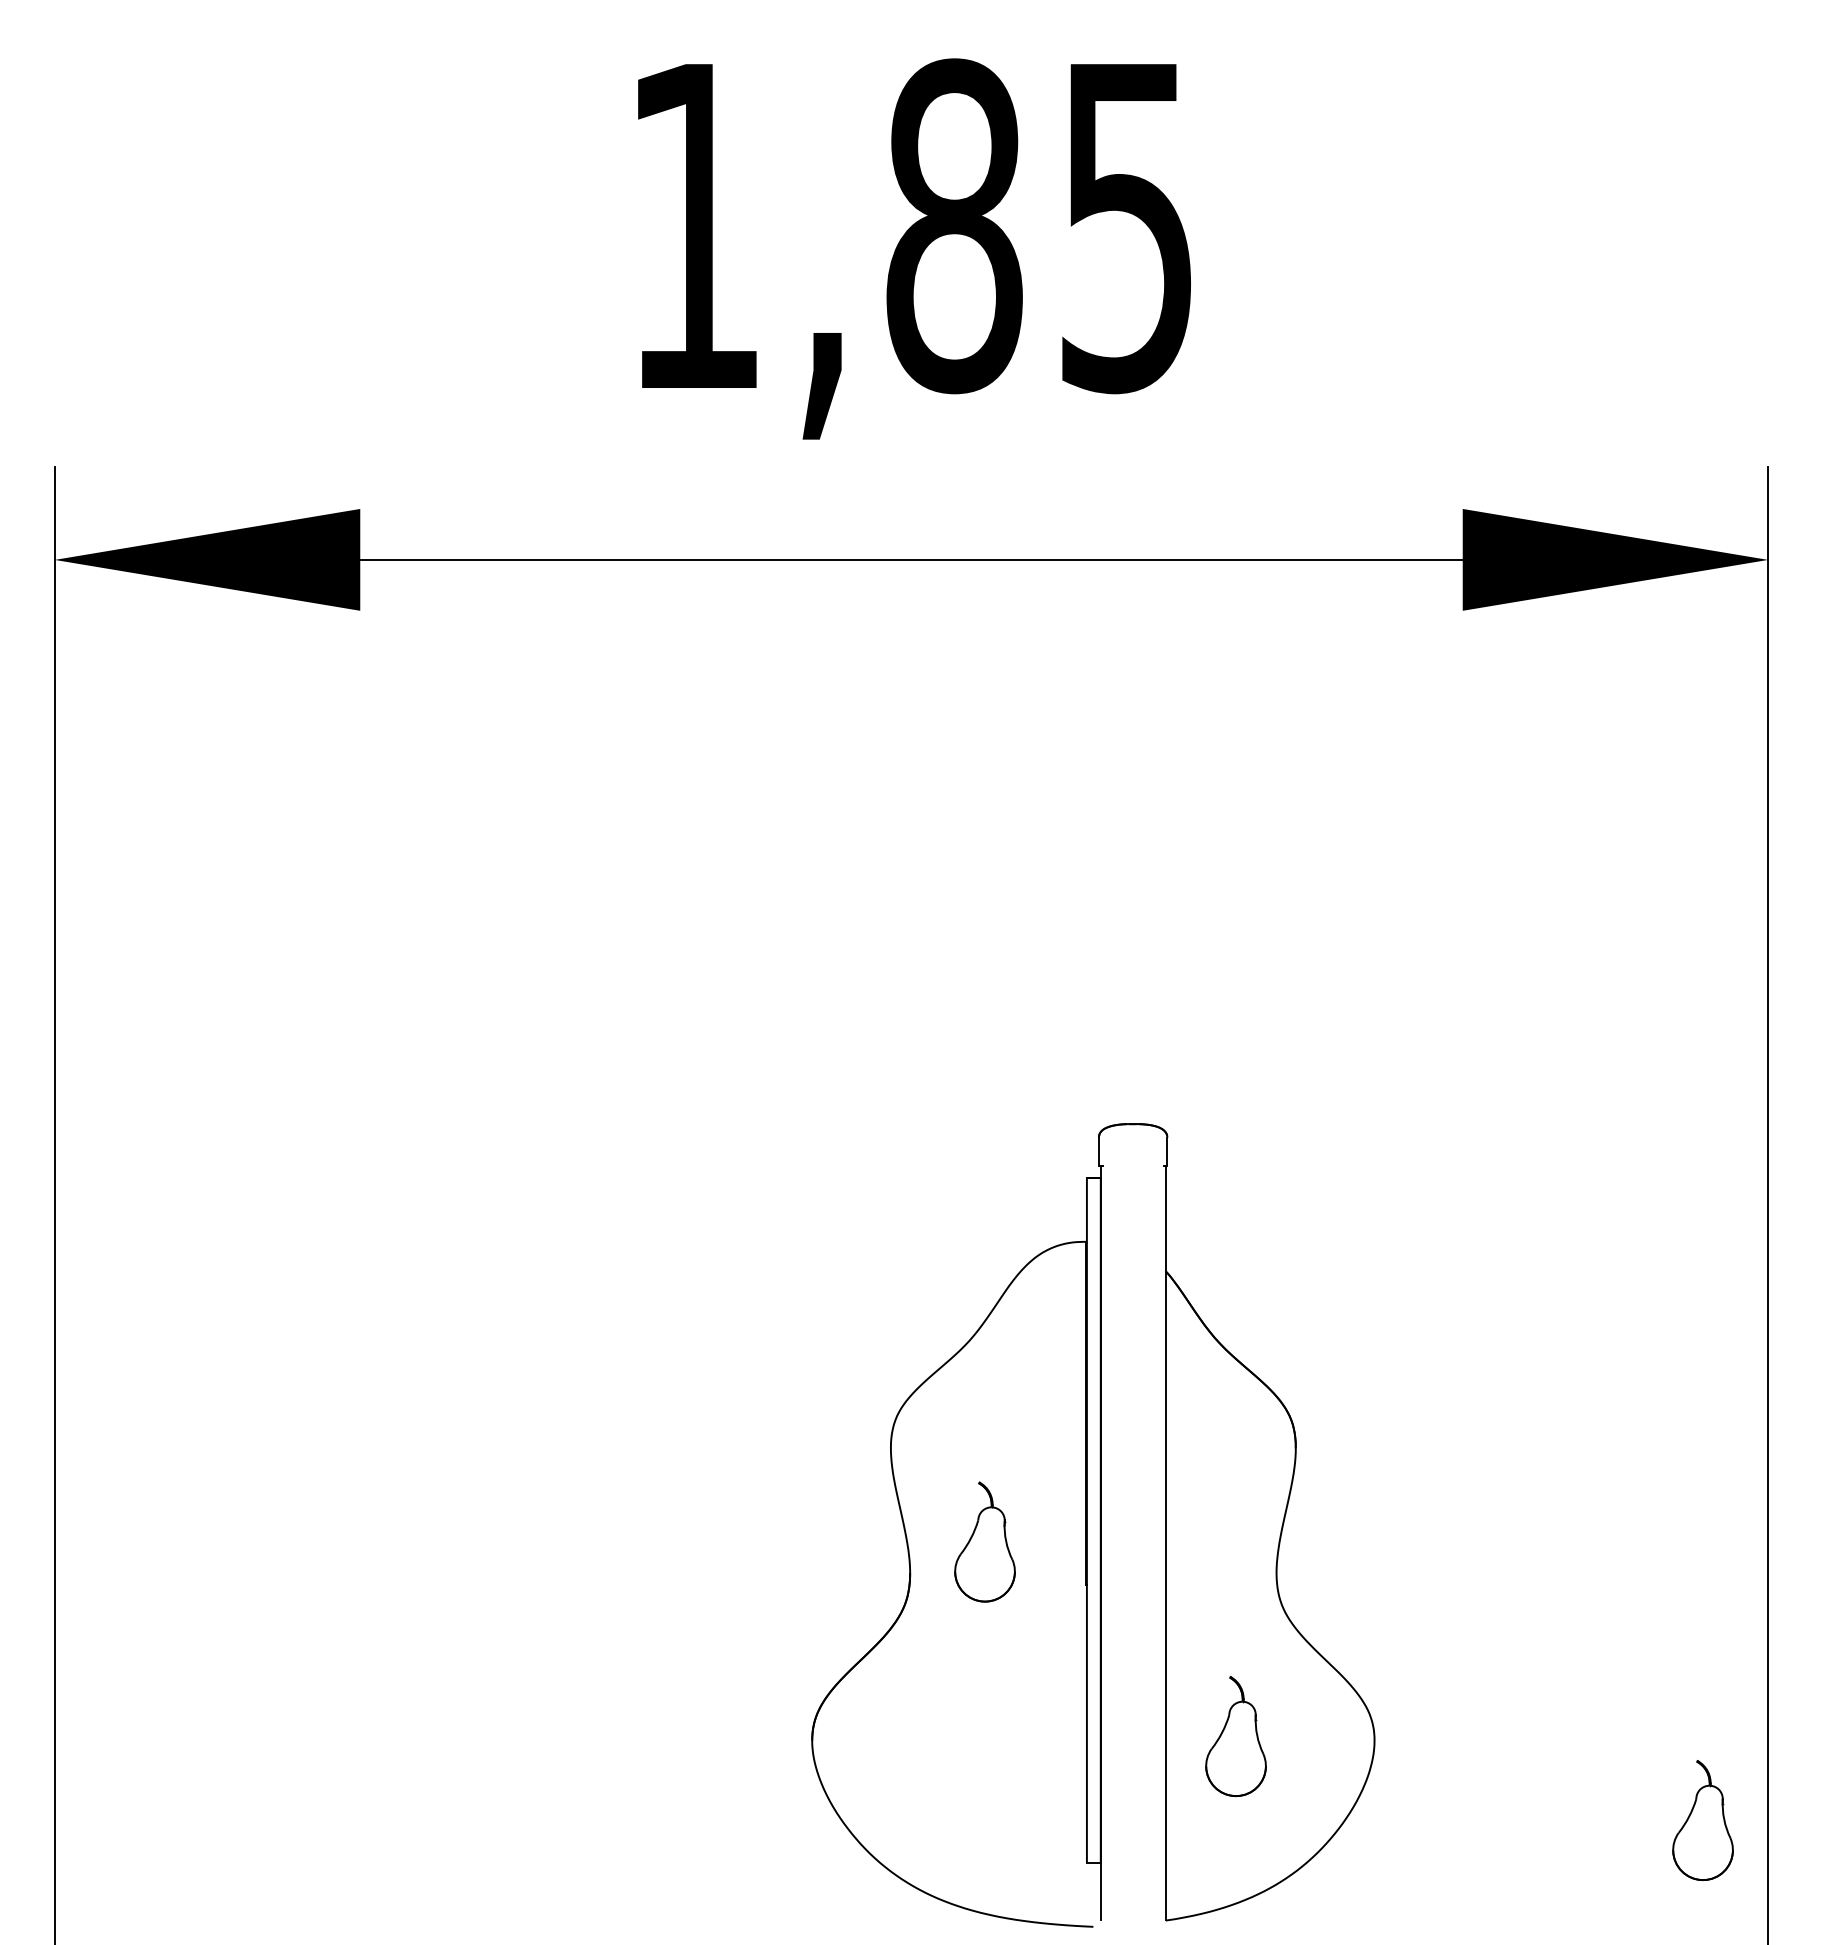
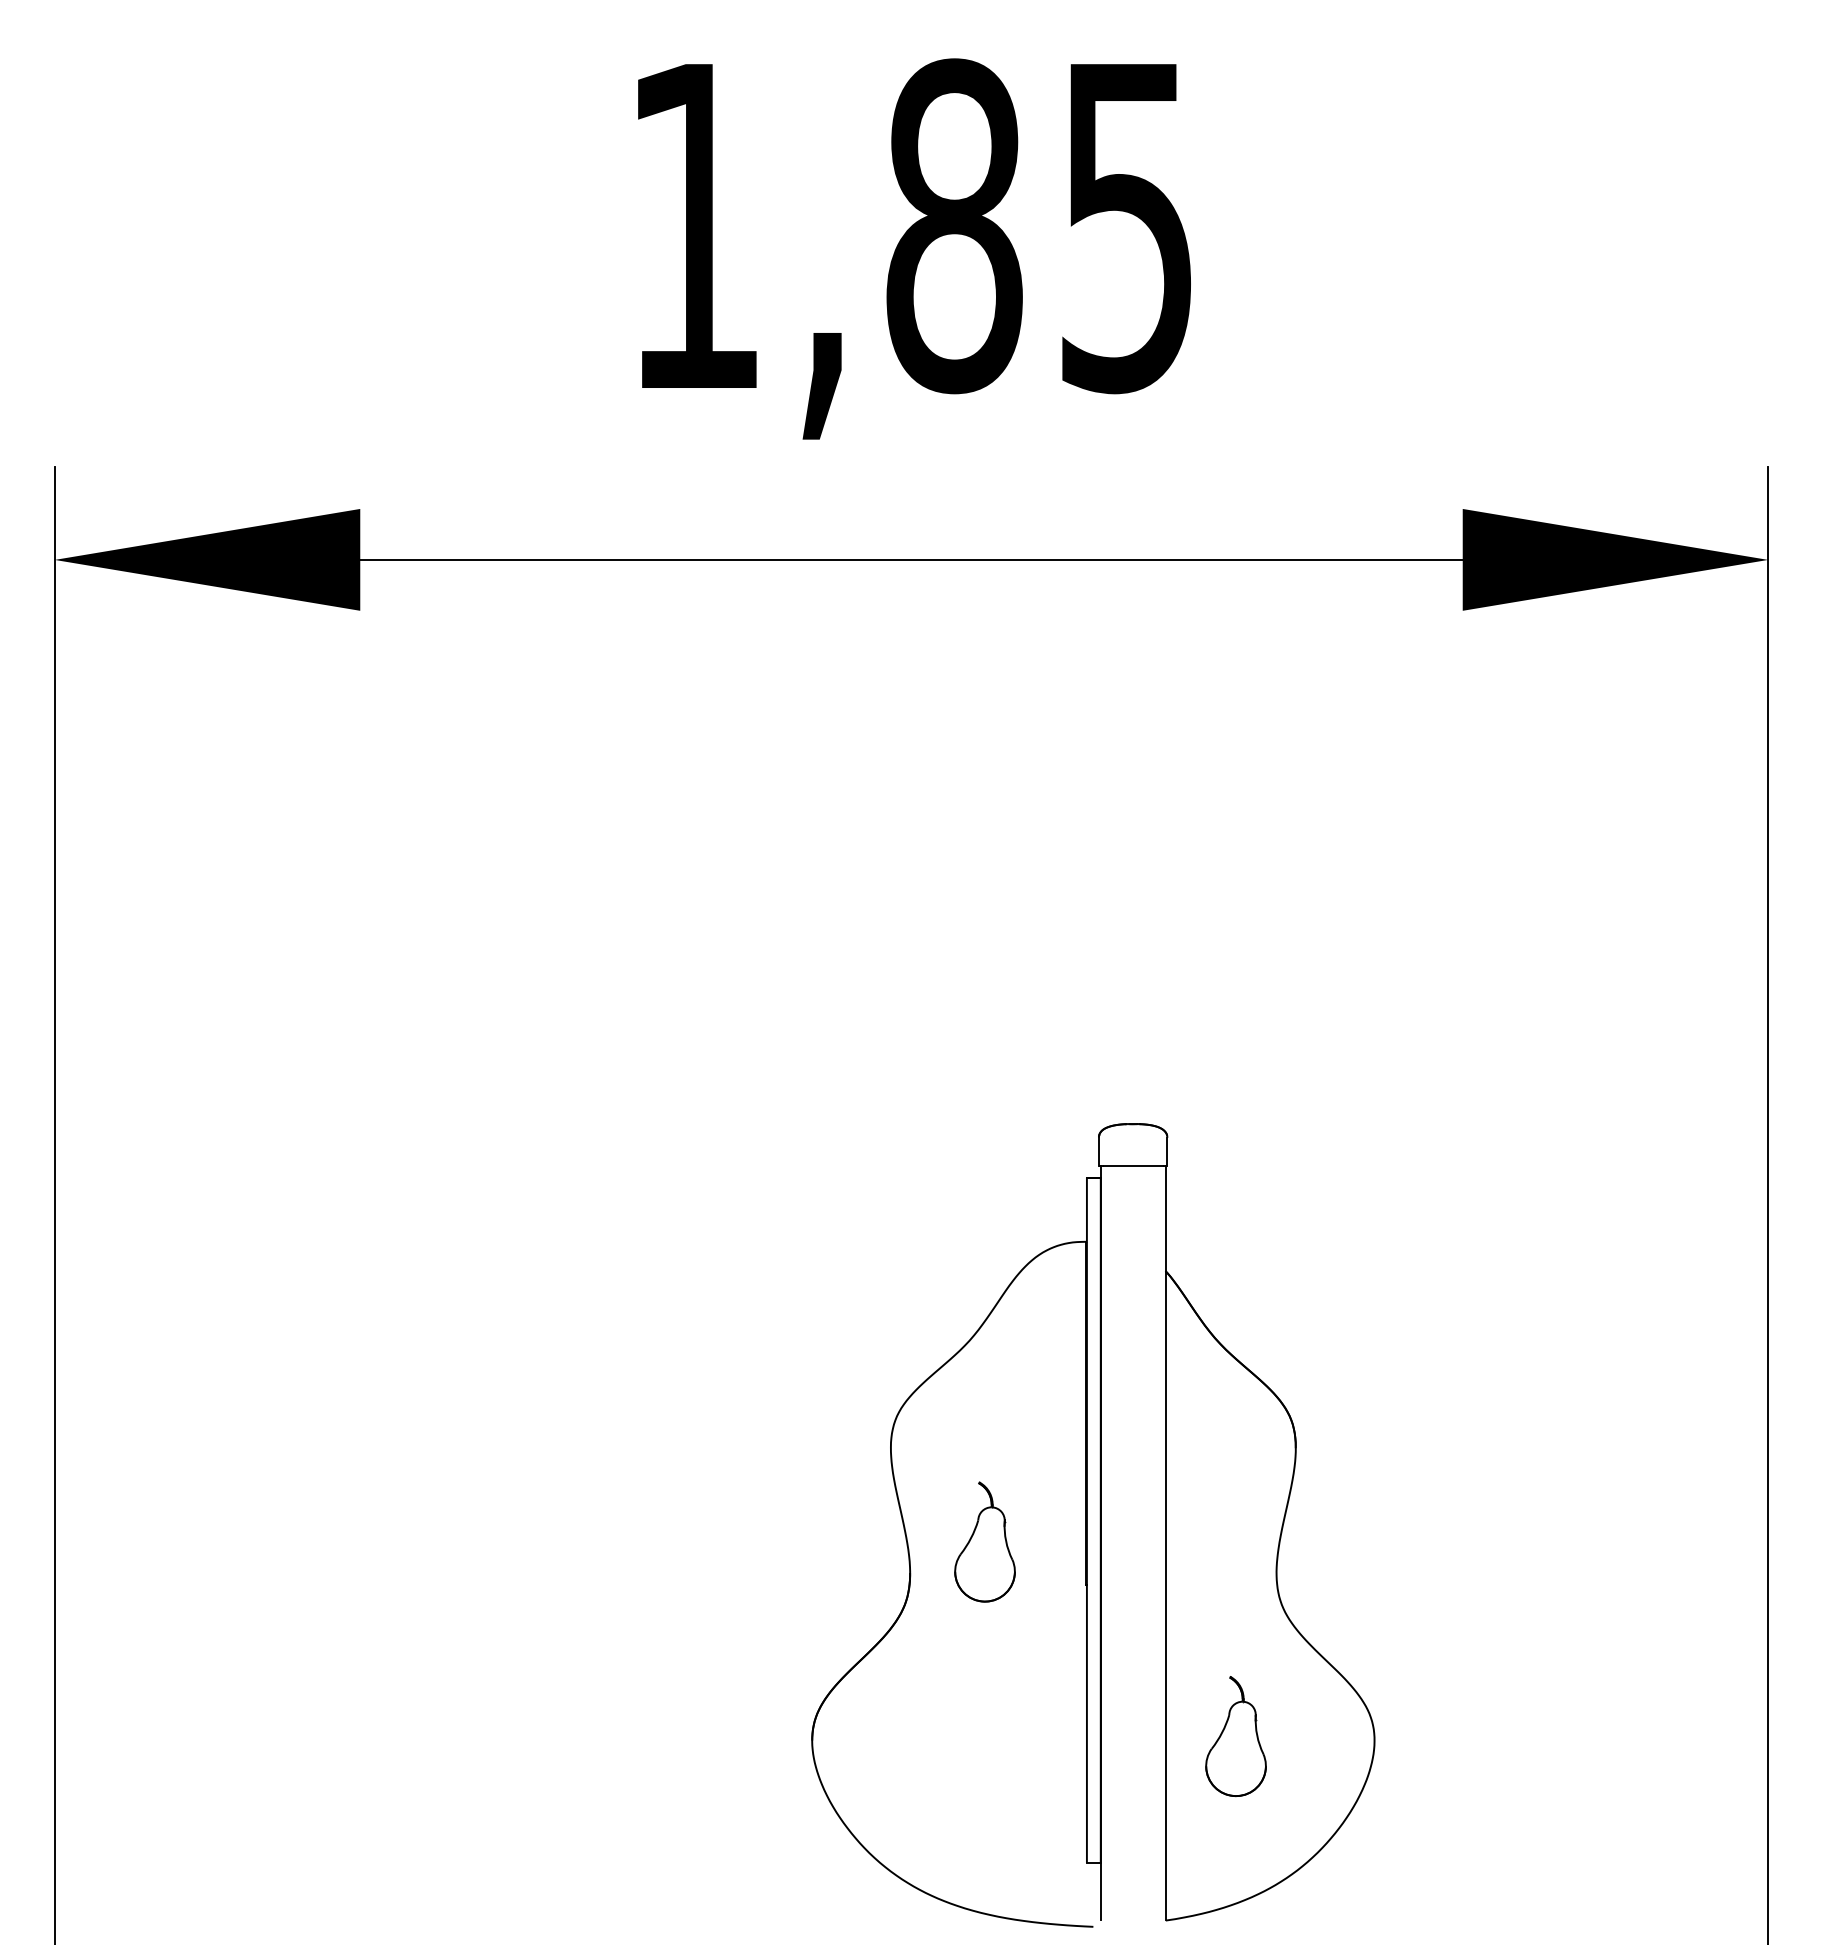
line at (1132, 1165): none -> present
part at (1702, 1820): present -> none
